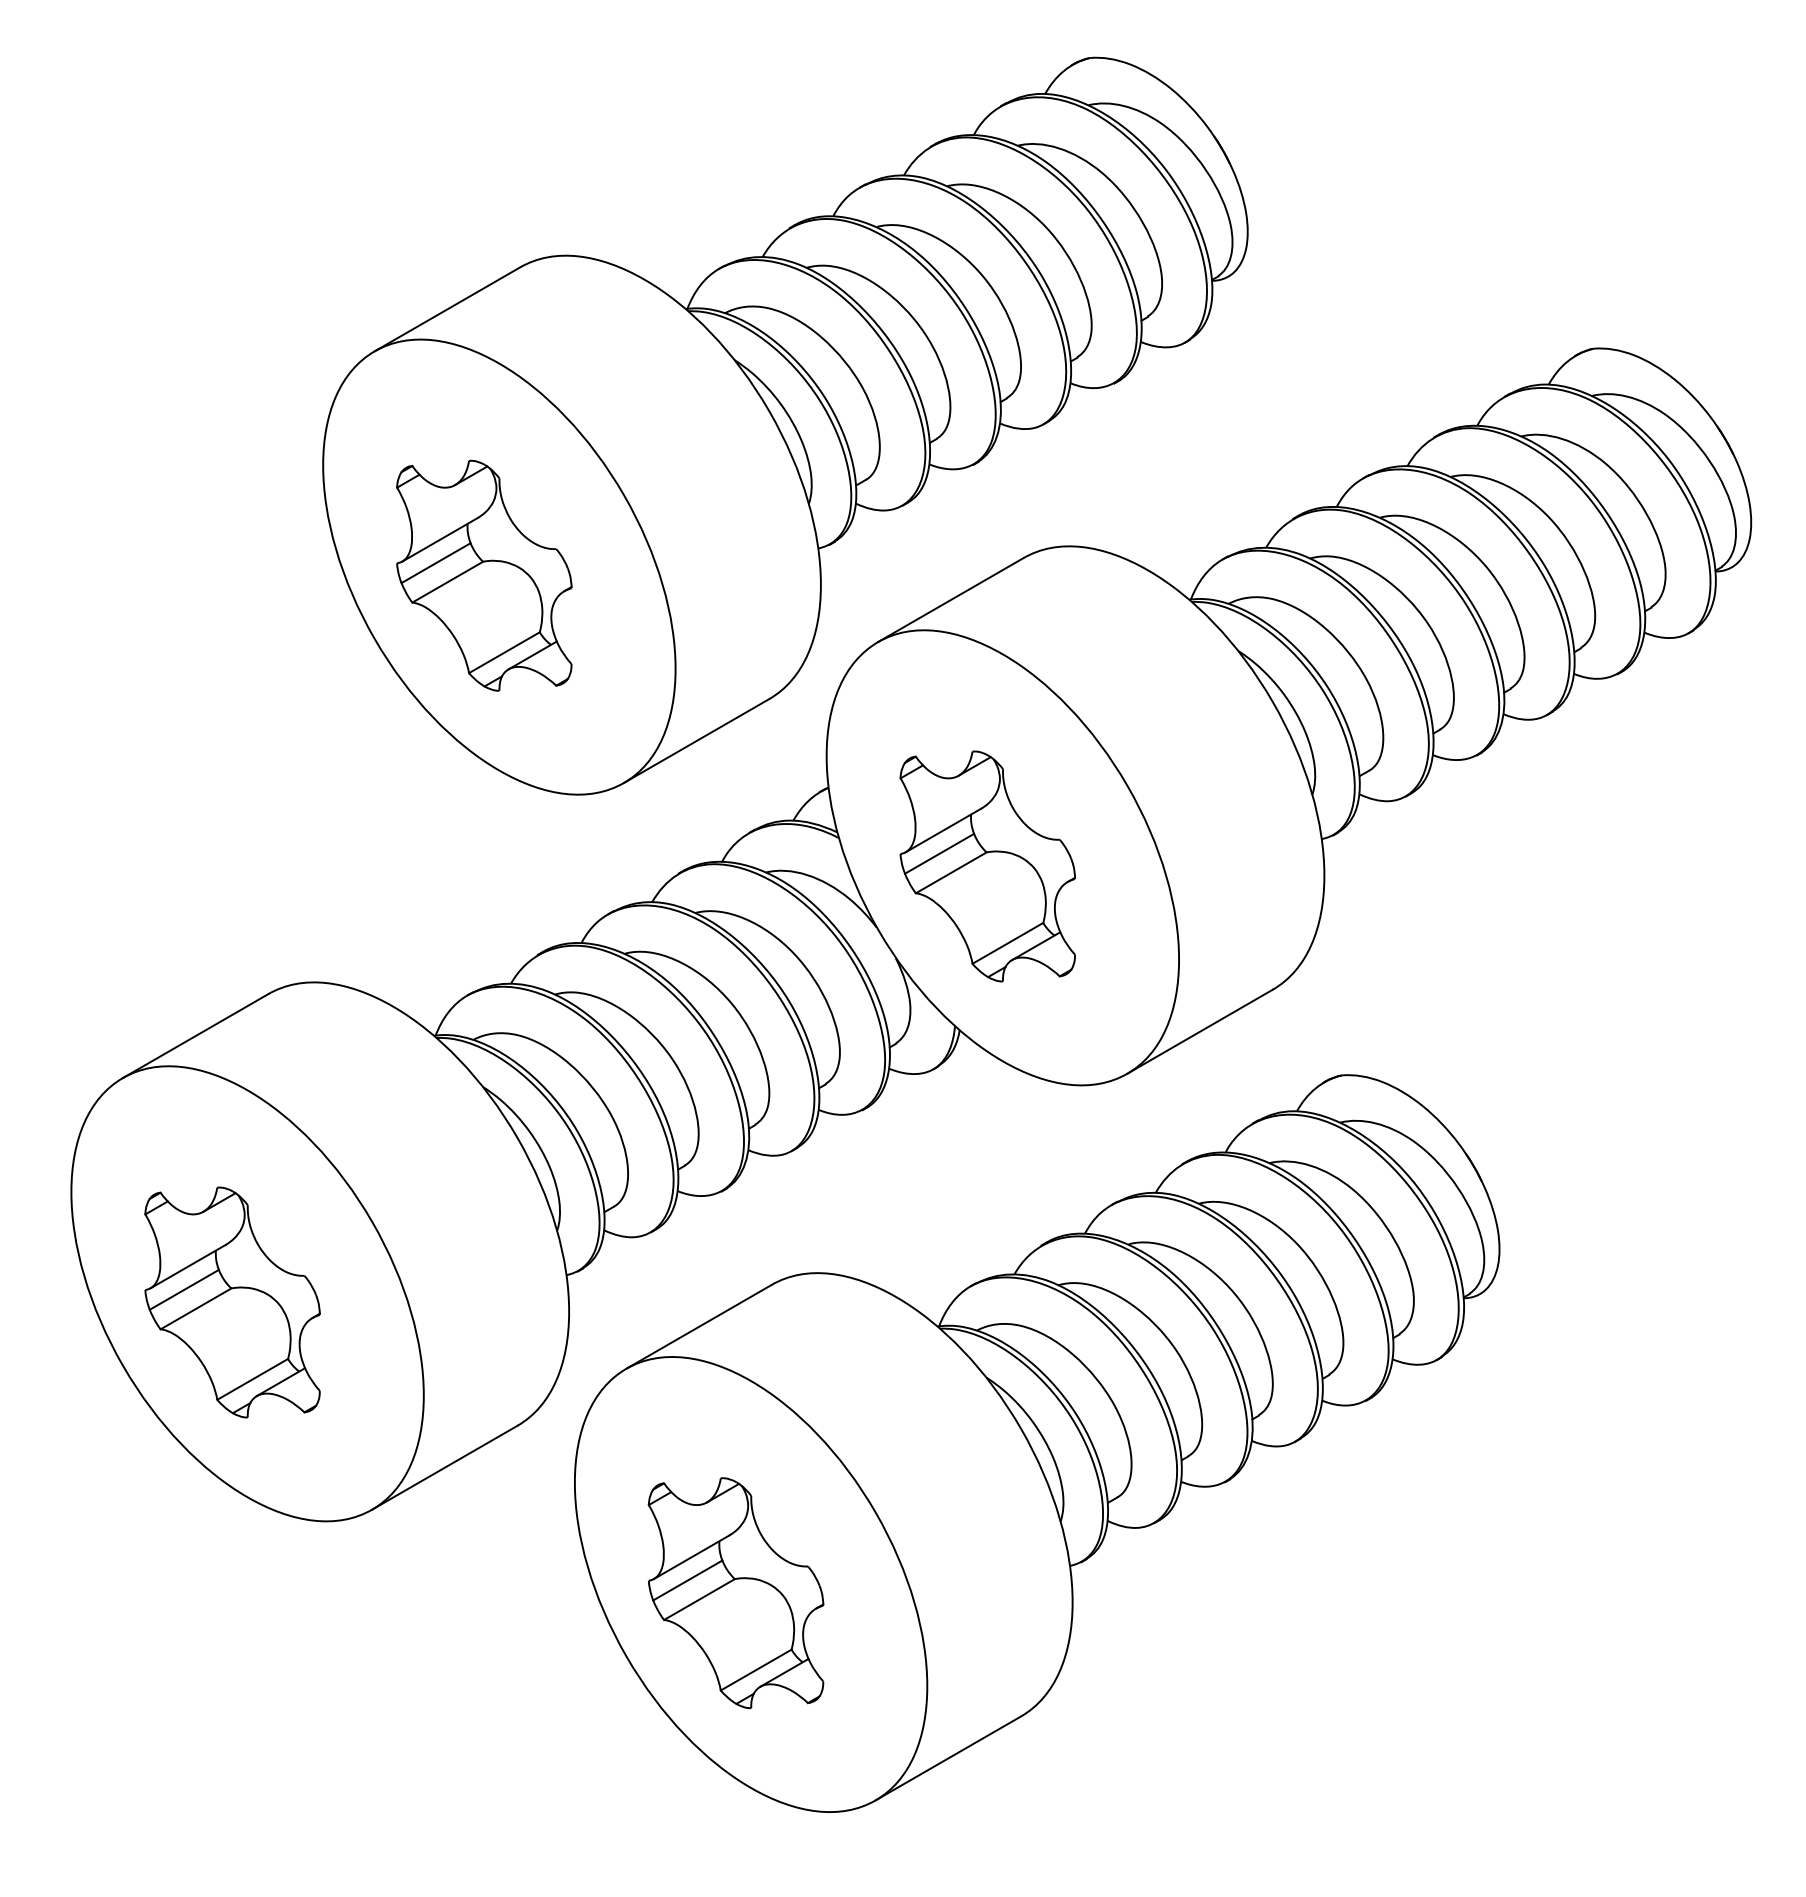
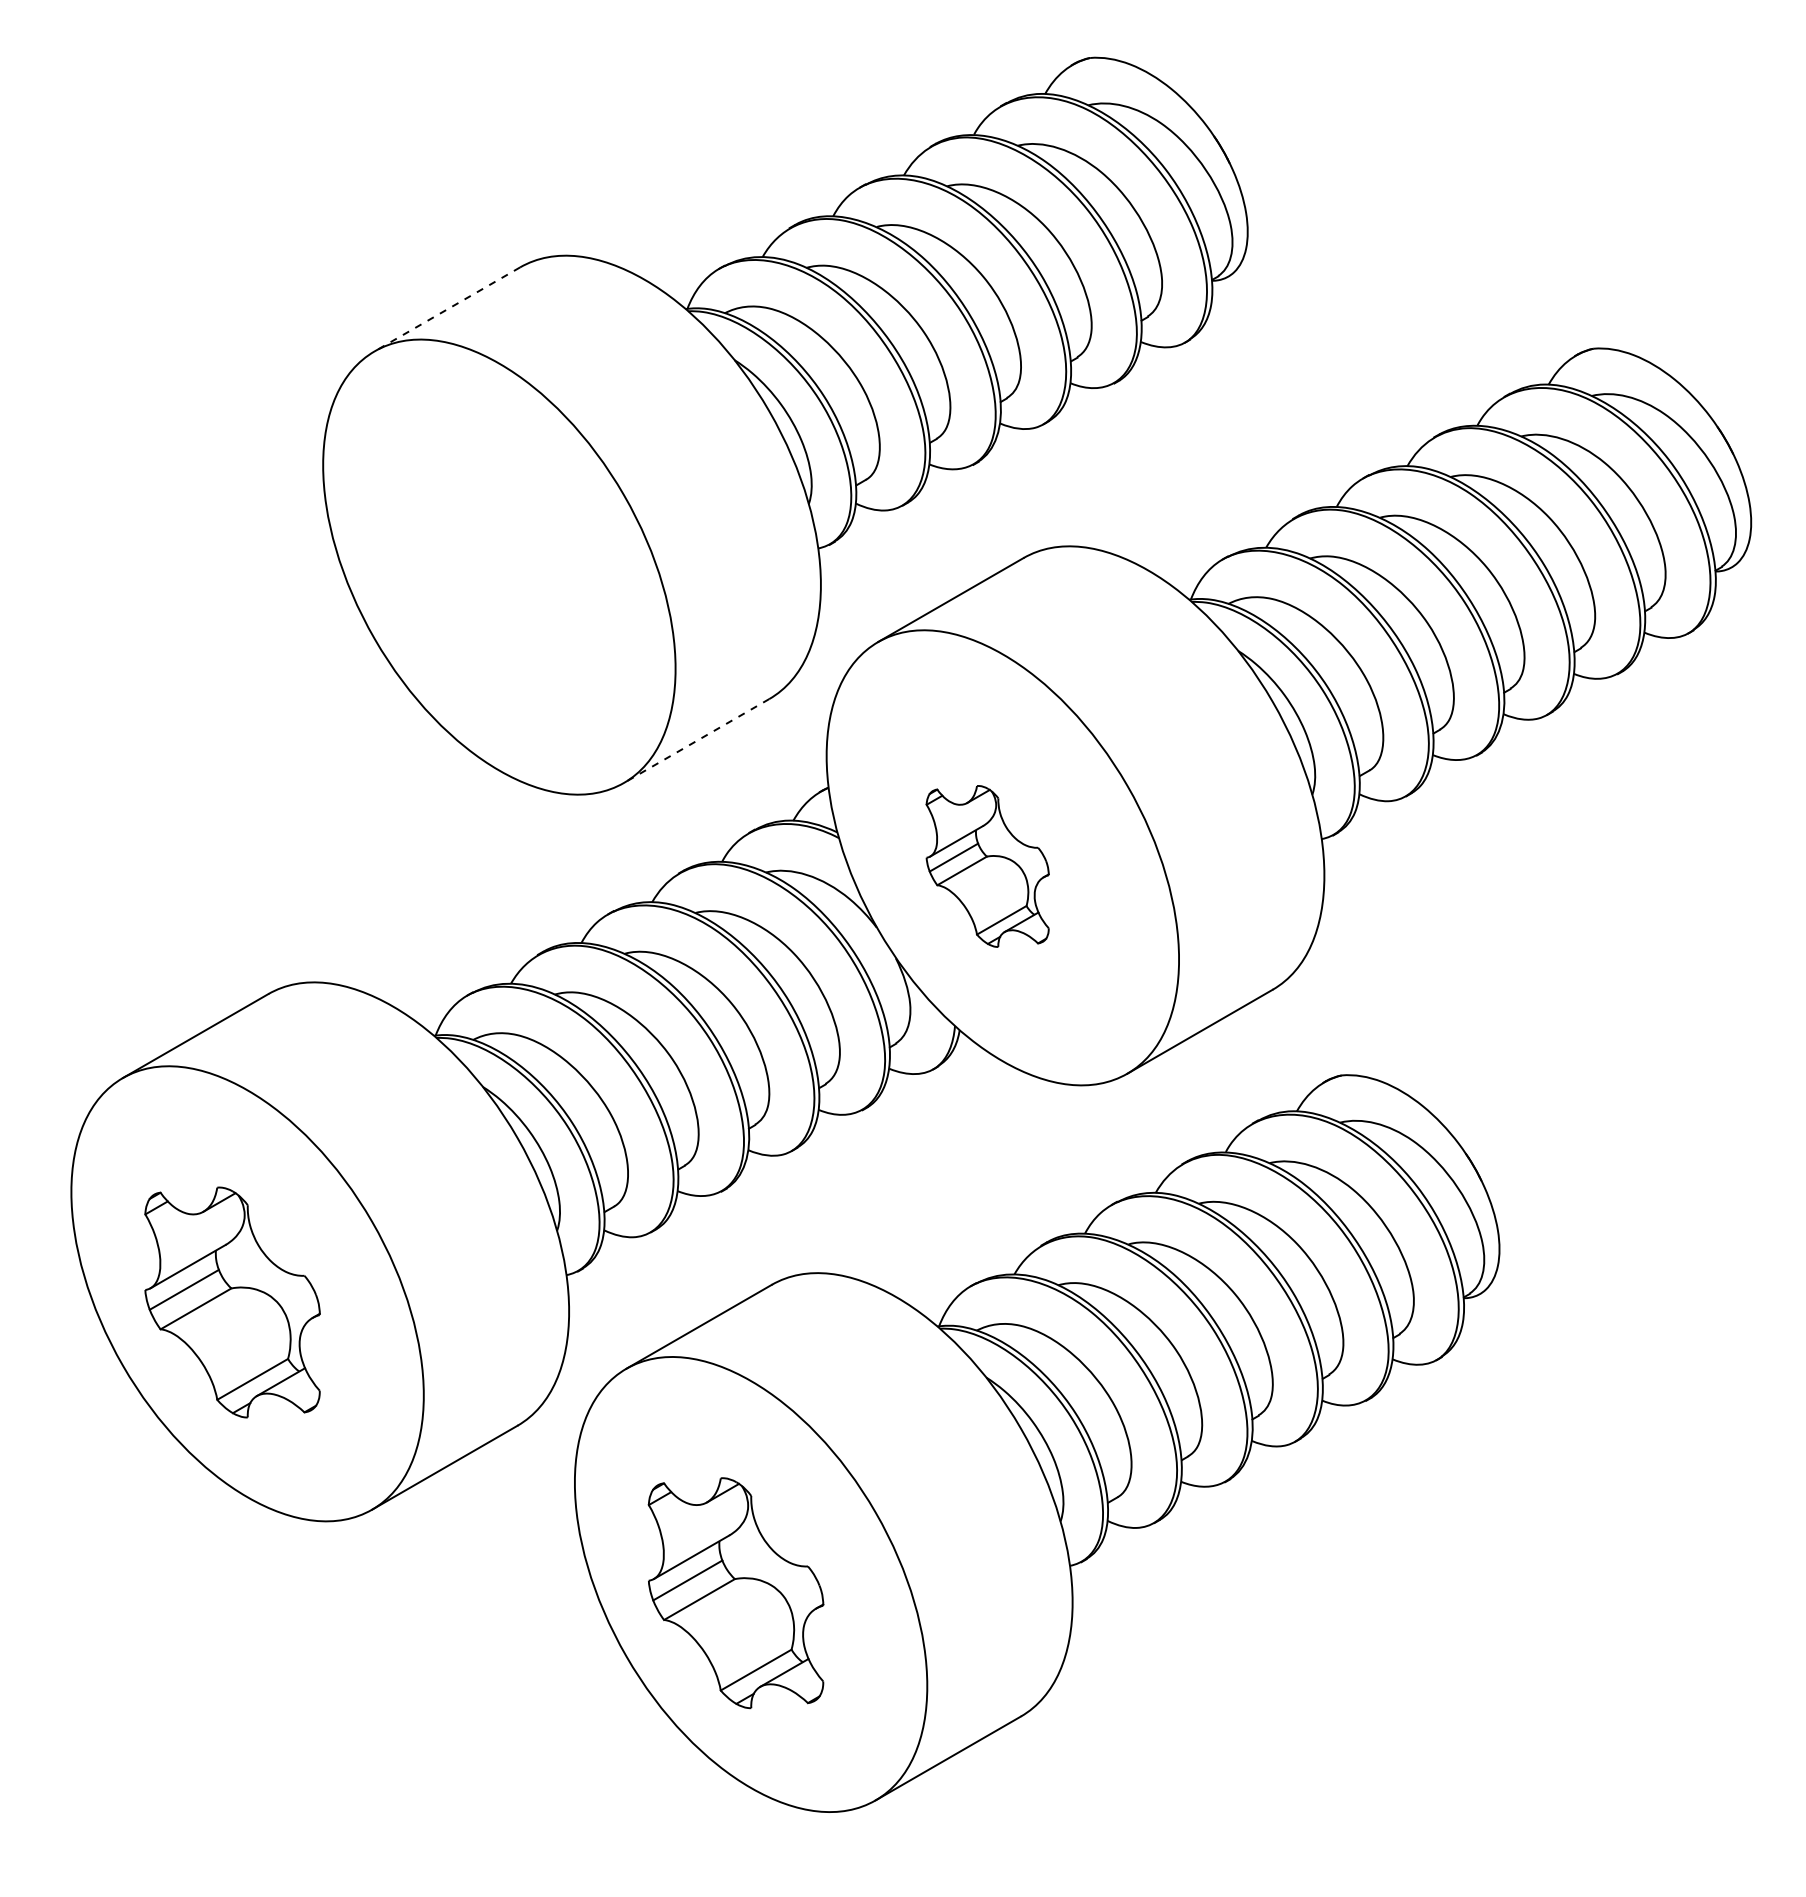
line at (447, 309): solid -> dashed
part at (484, 575): present -> none
line at (696, 741): solid -> dashed
part at (987, 866) size: 177x233 px -> 125x163 px
